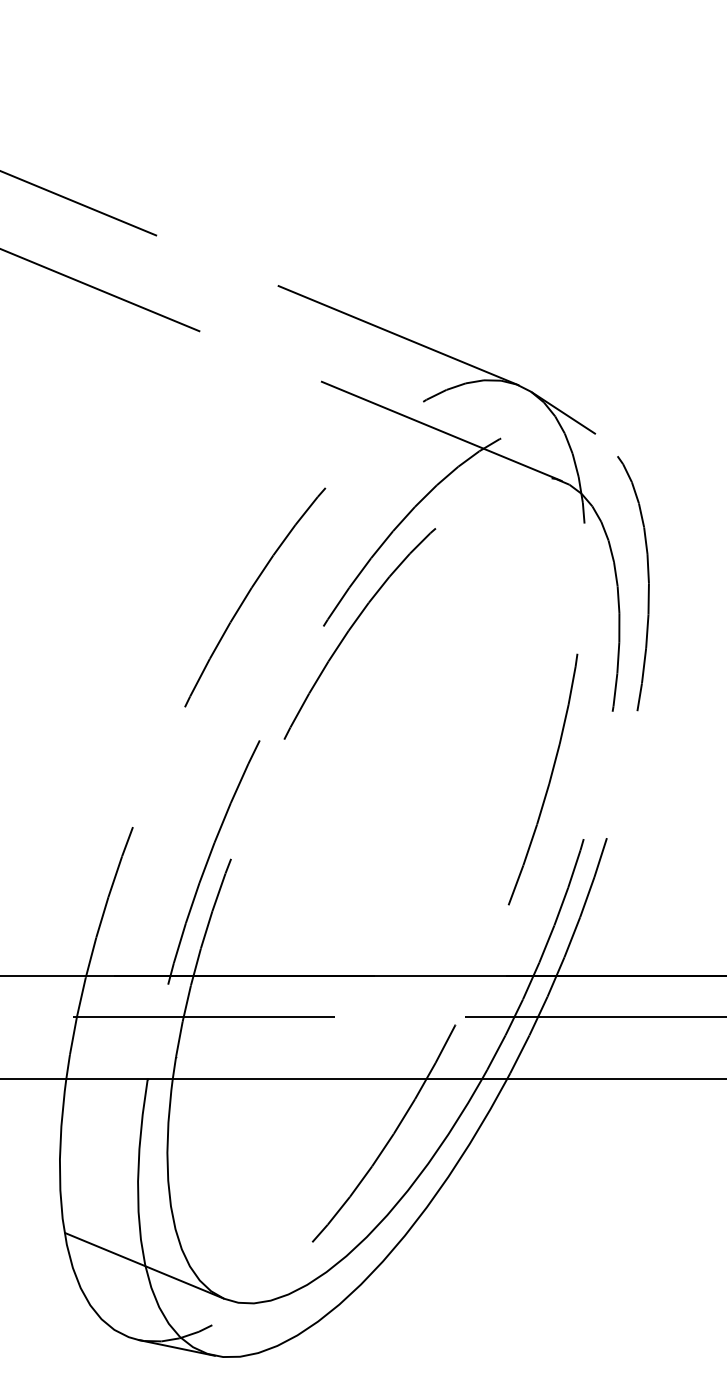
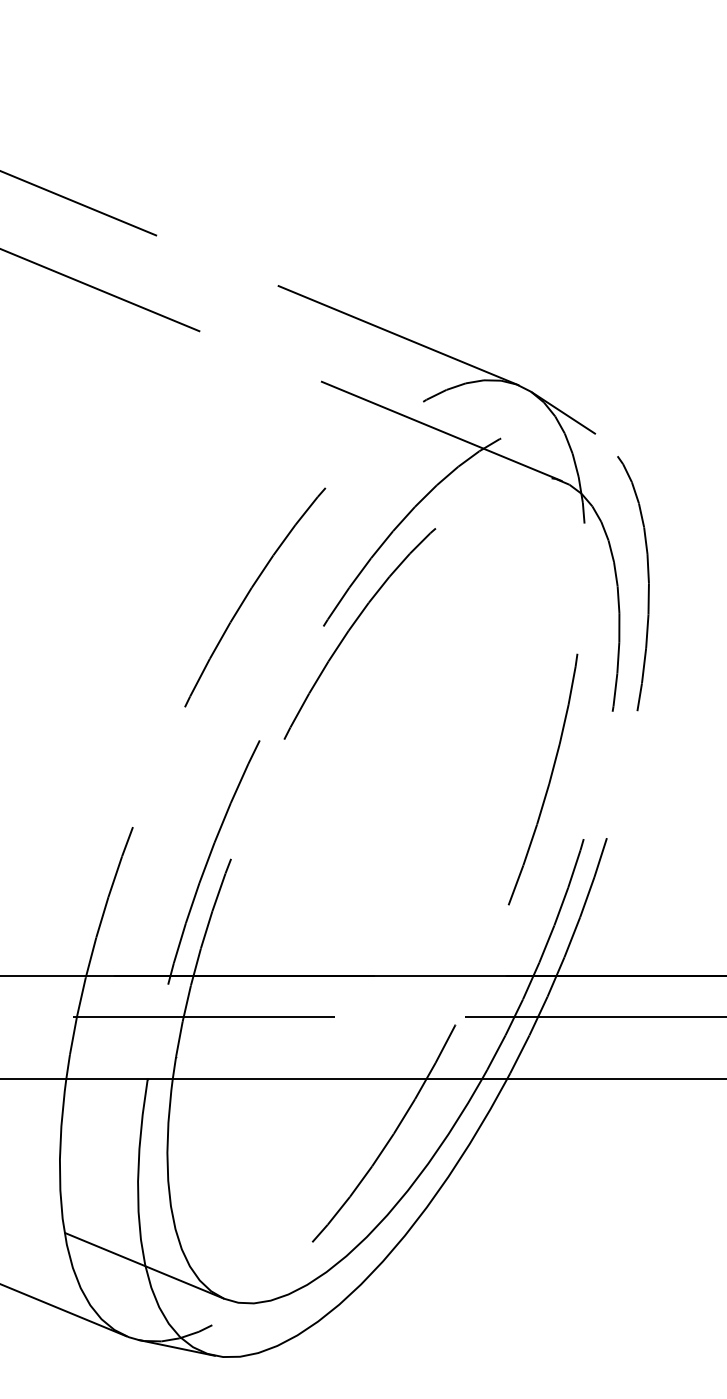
line at (64, 1310): none -> present
